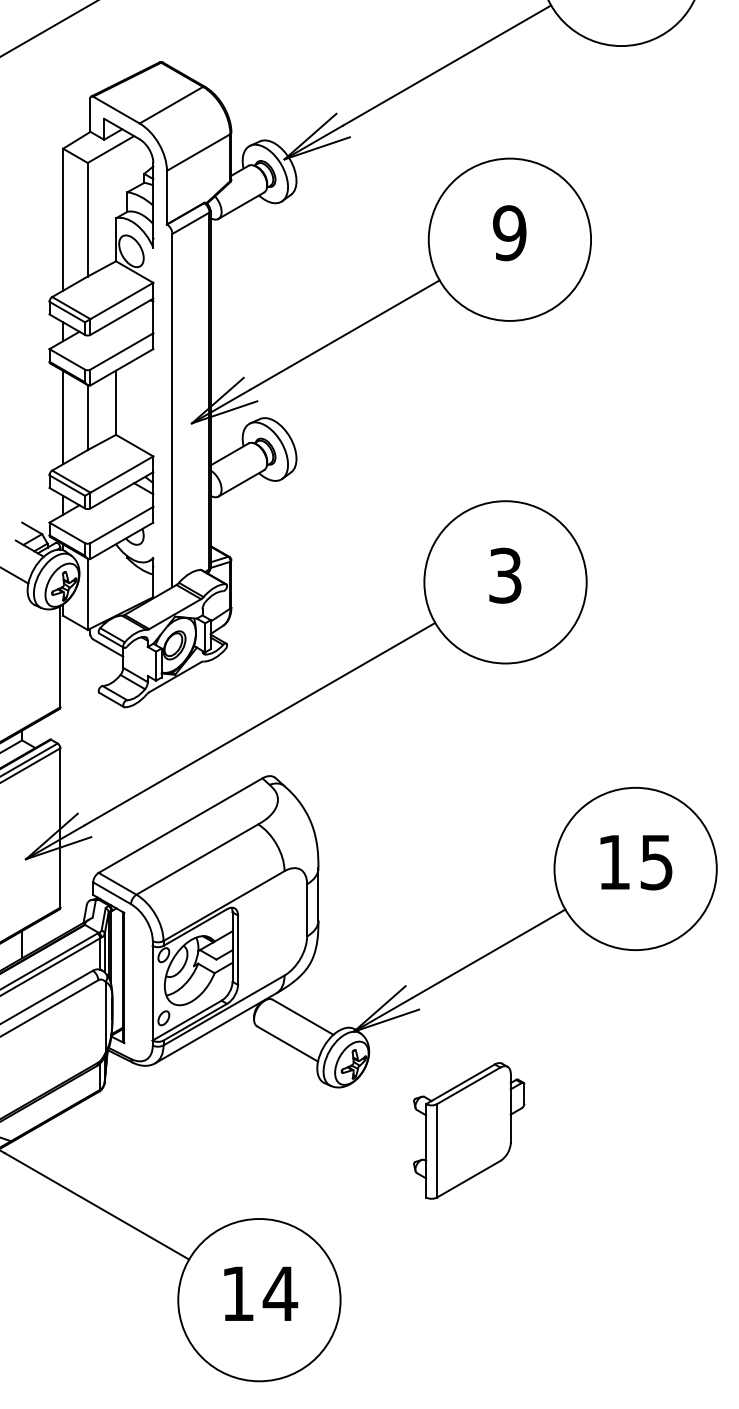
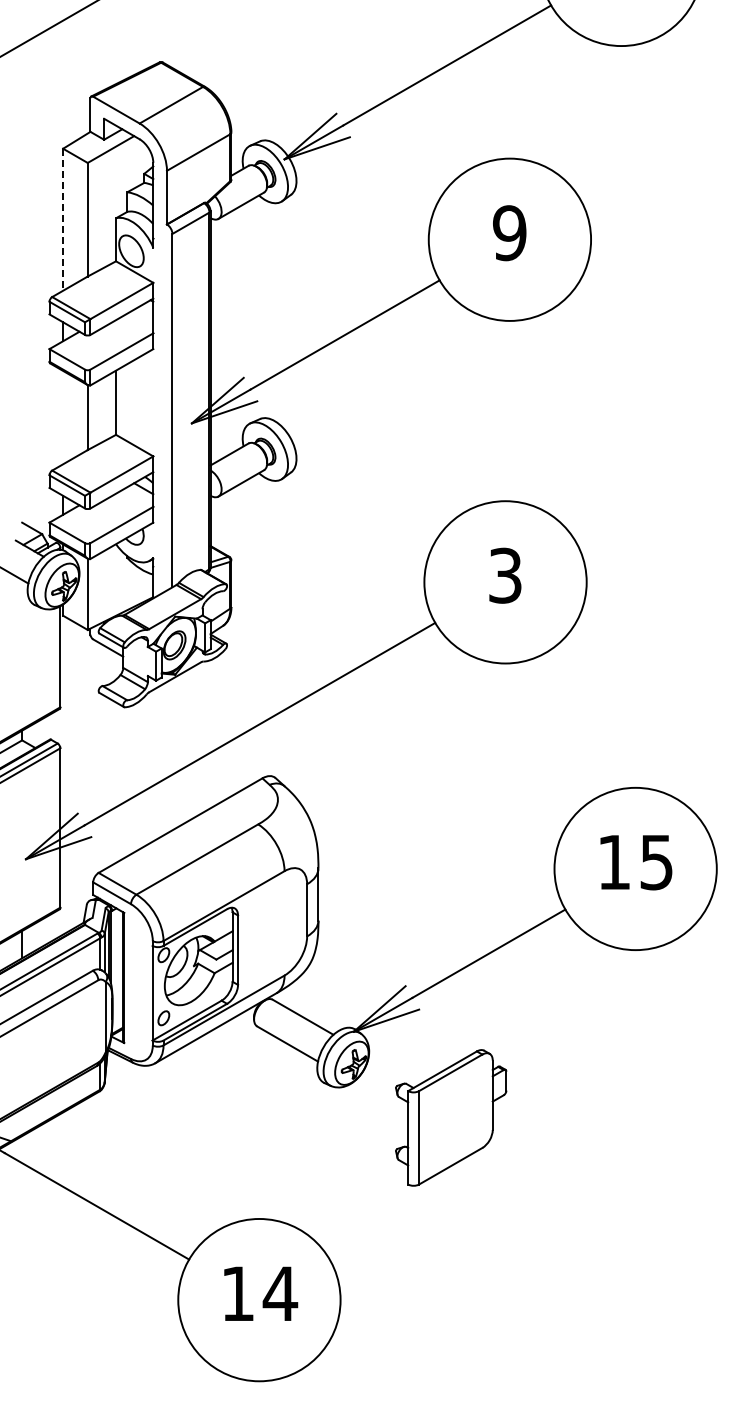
line at (63, 219): solid -> dashed
line at (63, 417): present -> none
part at (469, 1130) position: (469, 1130) -> (451, 1117)
